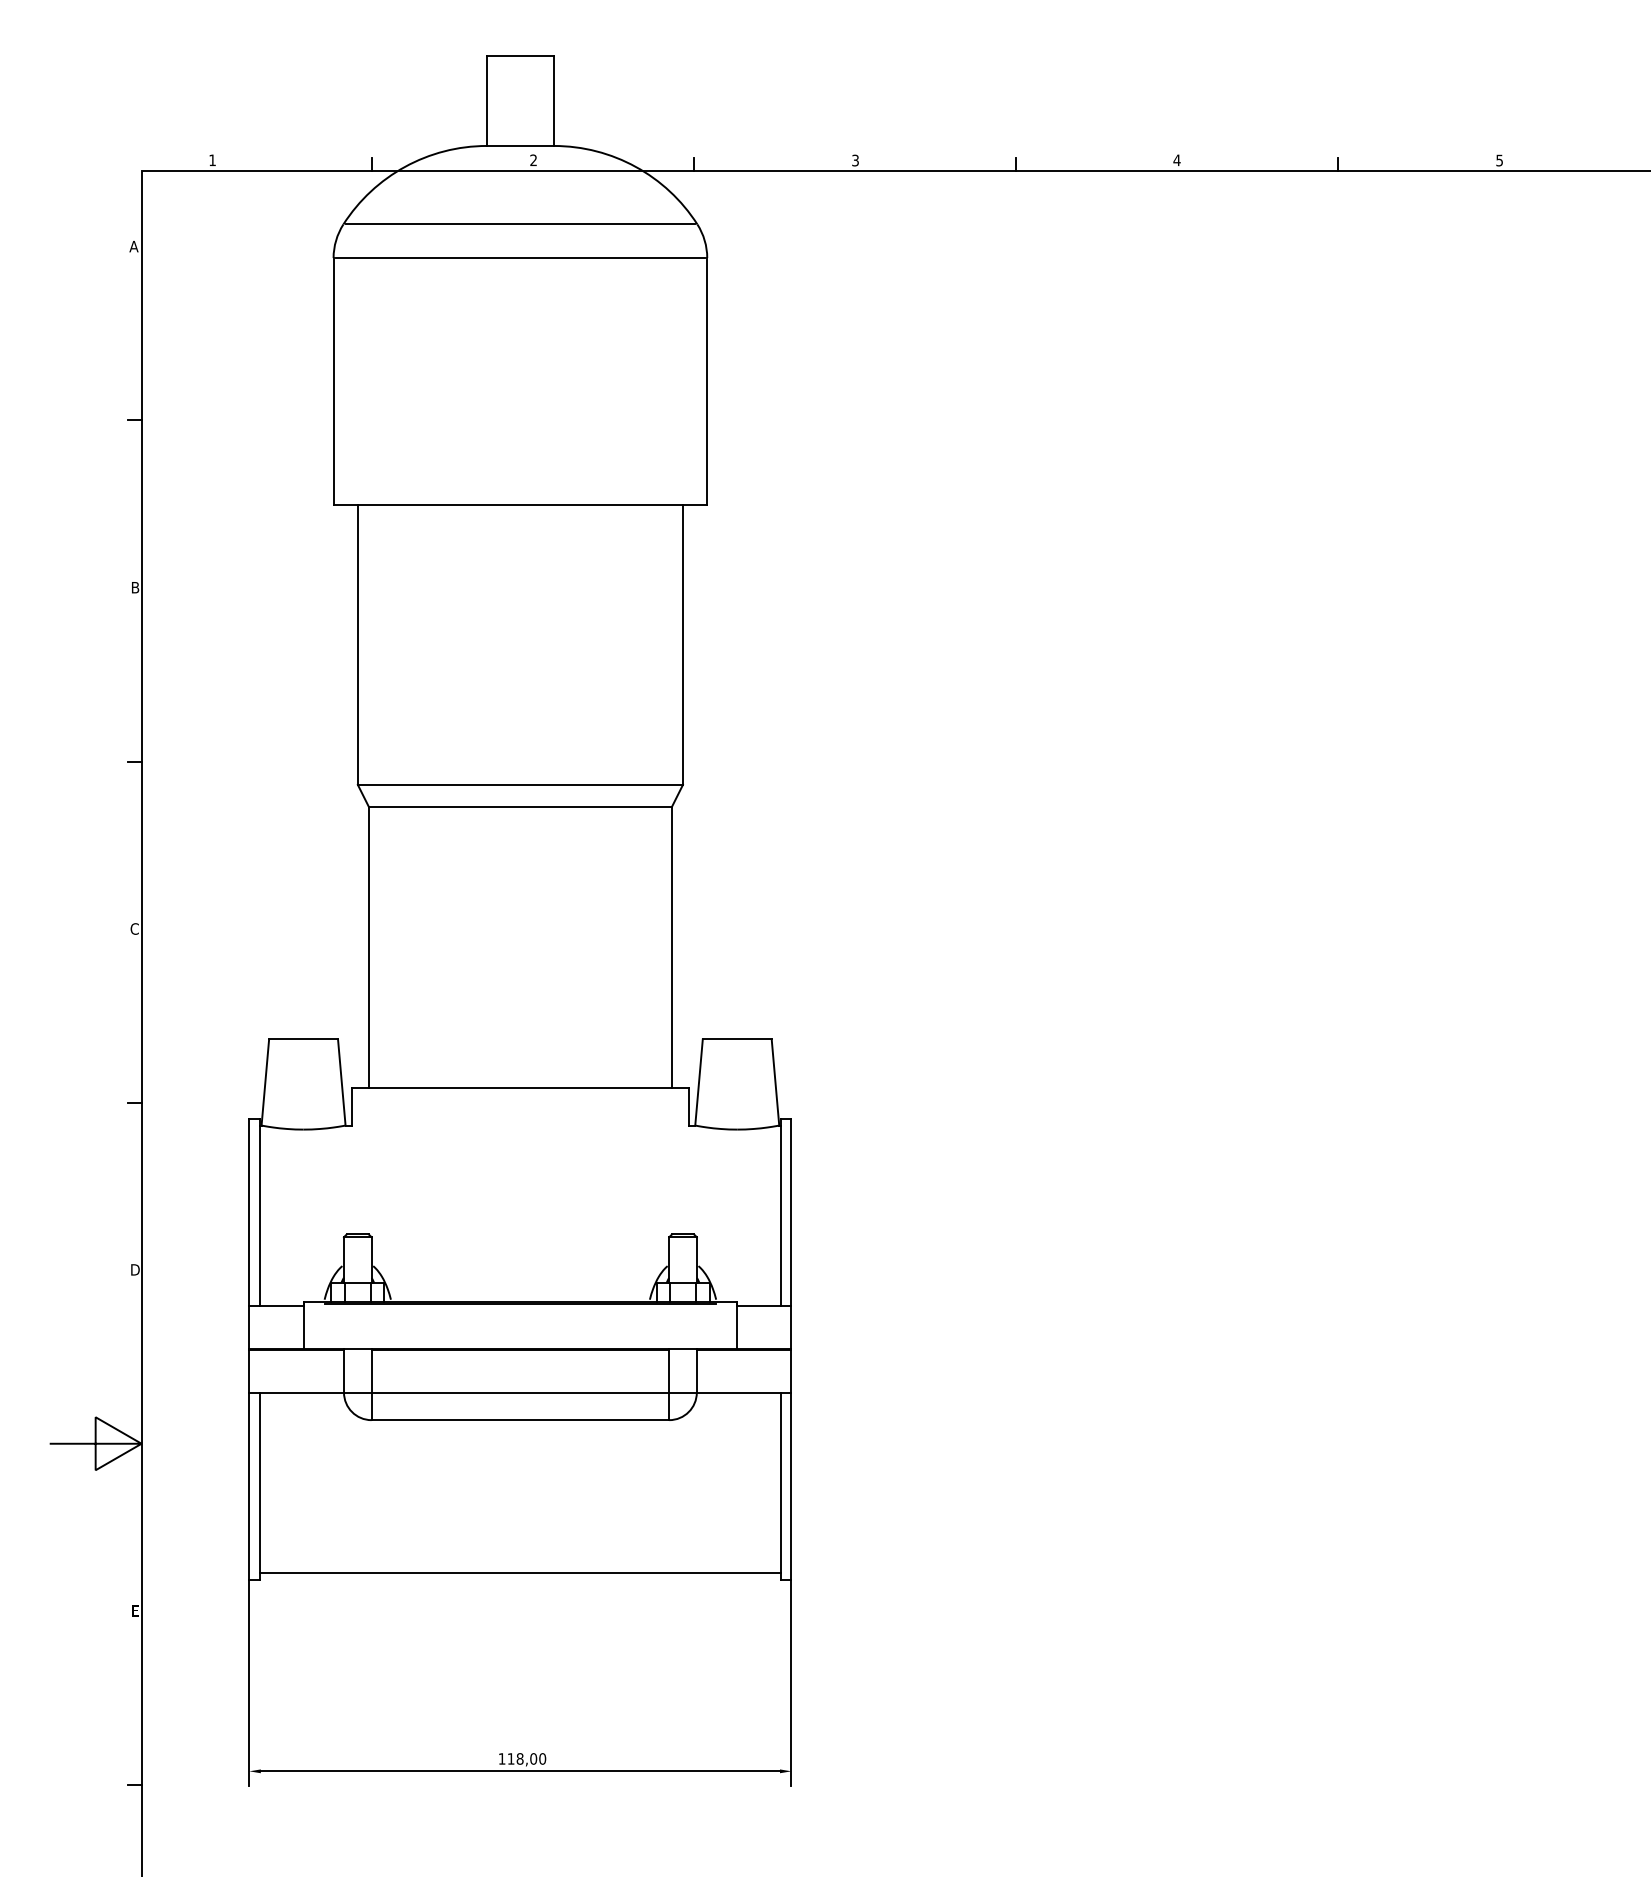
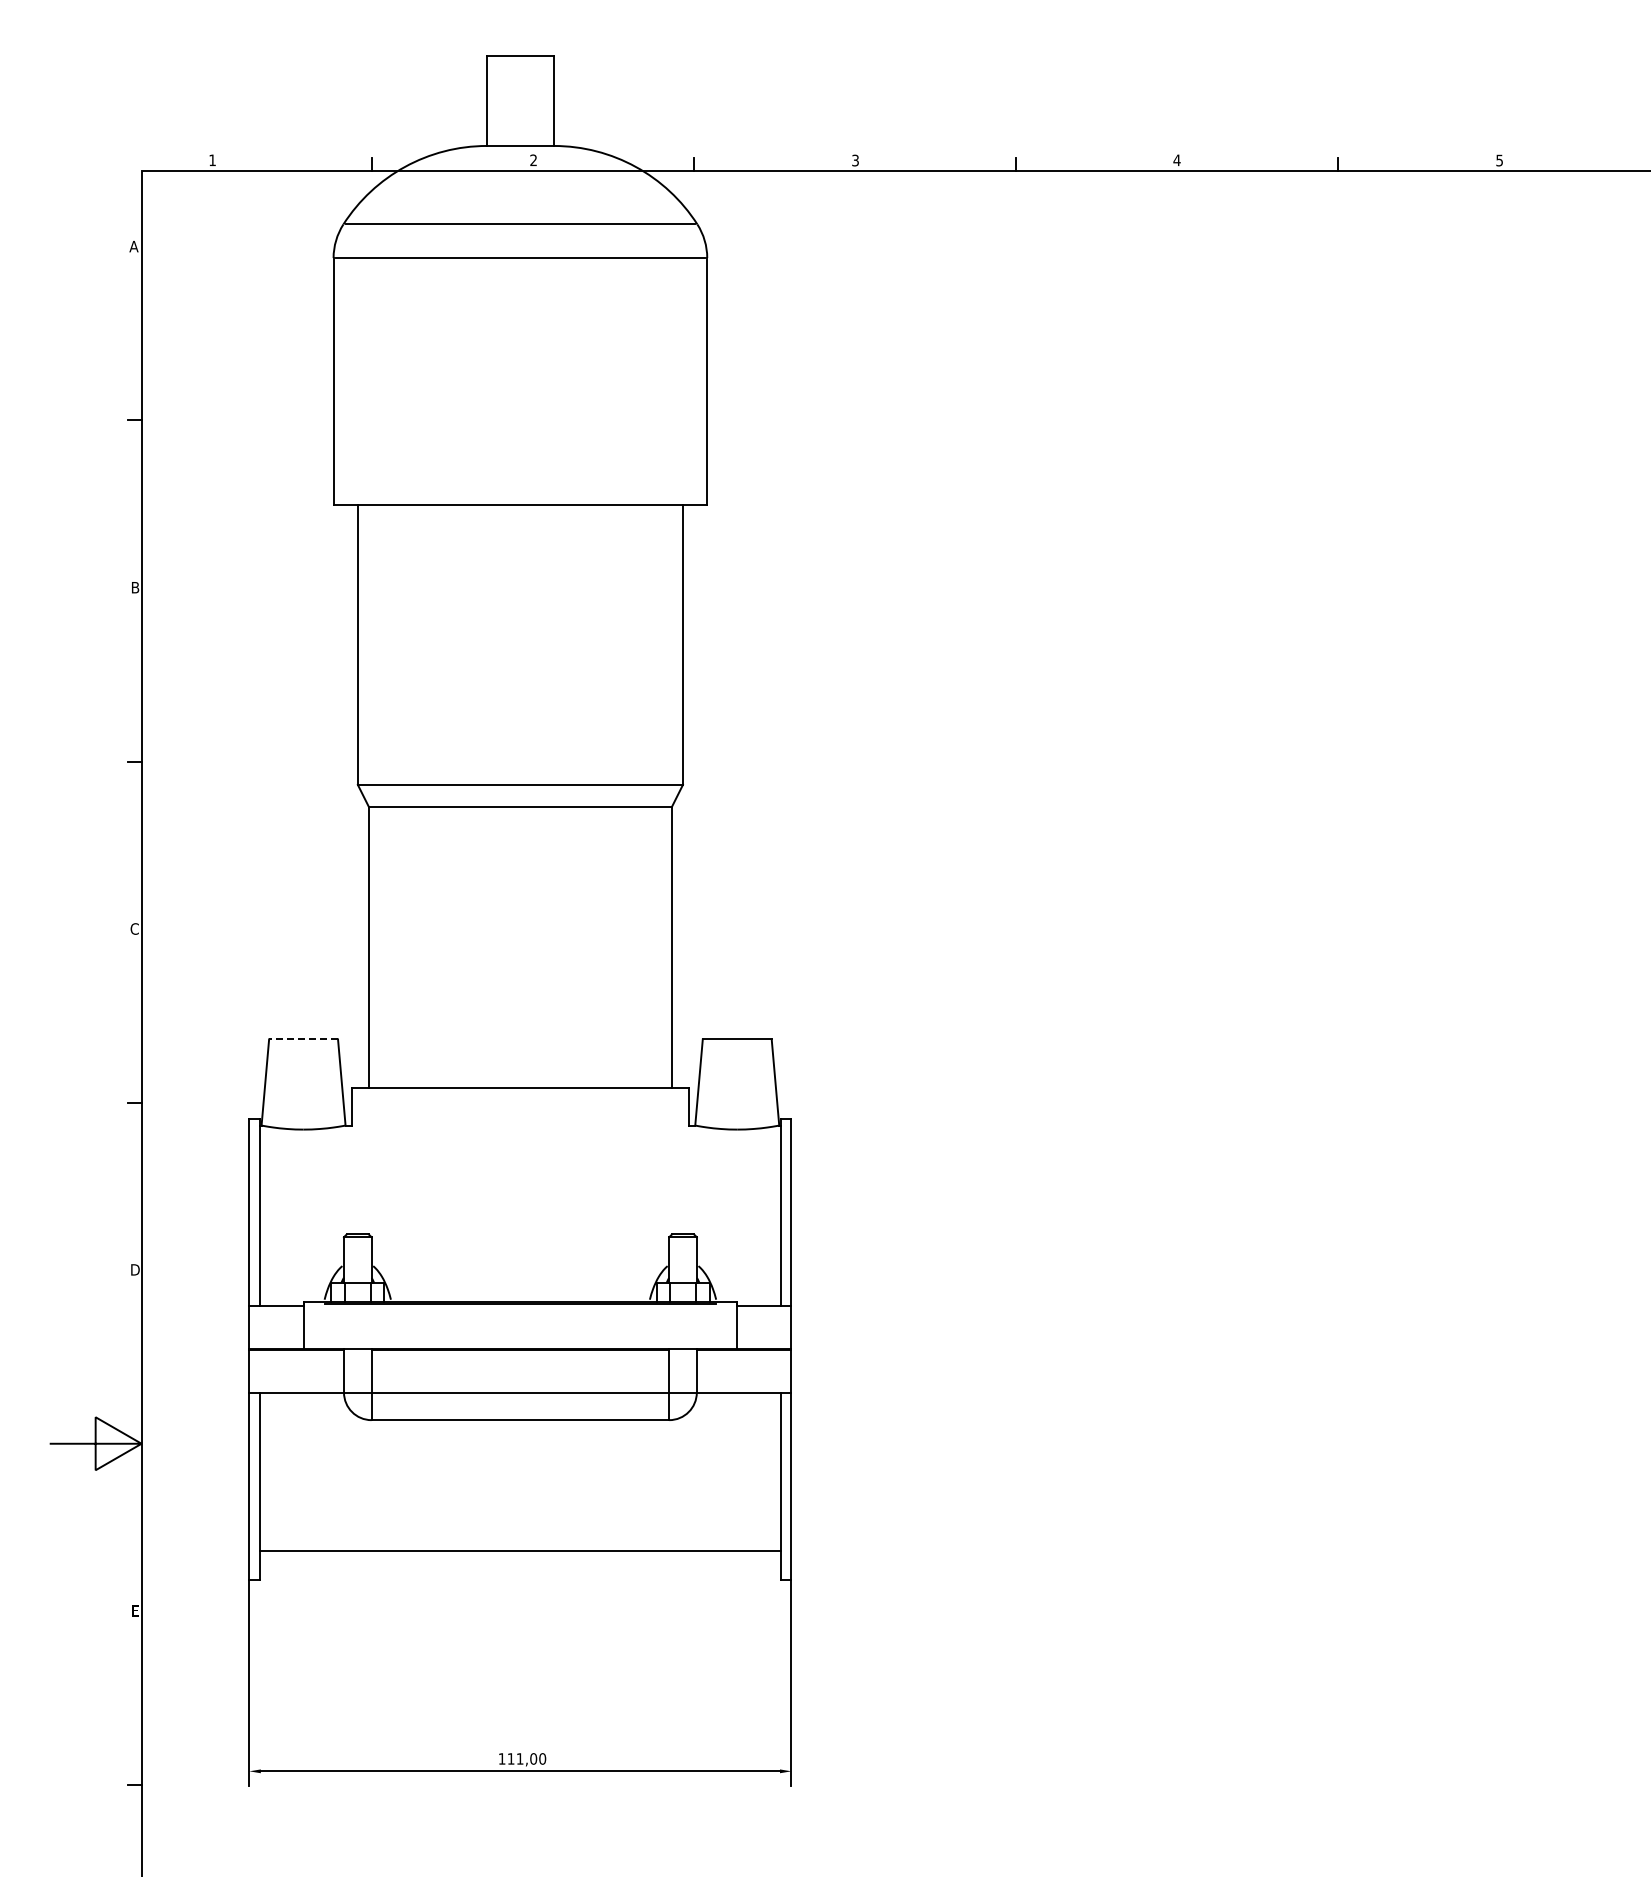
line at (303, 1039): solid -> dashed
line at (520, 1573) position: (520, 1573) -> (520, 1551)
text at (519, 1758): 118,00 -> 111,00
